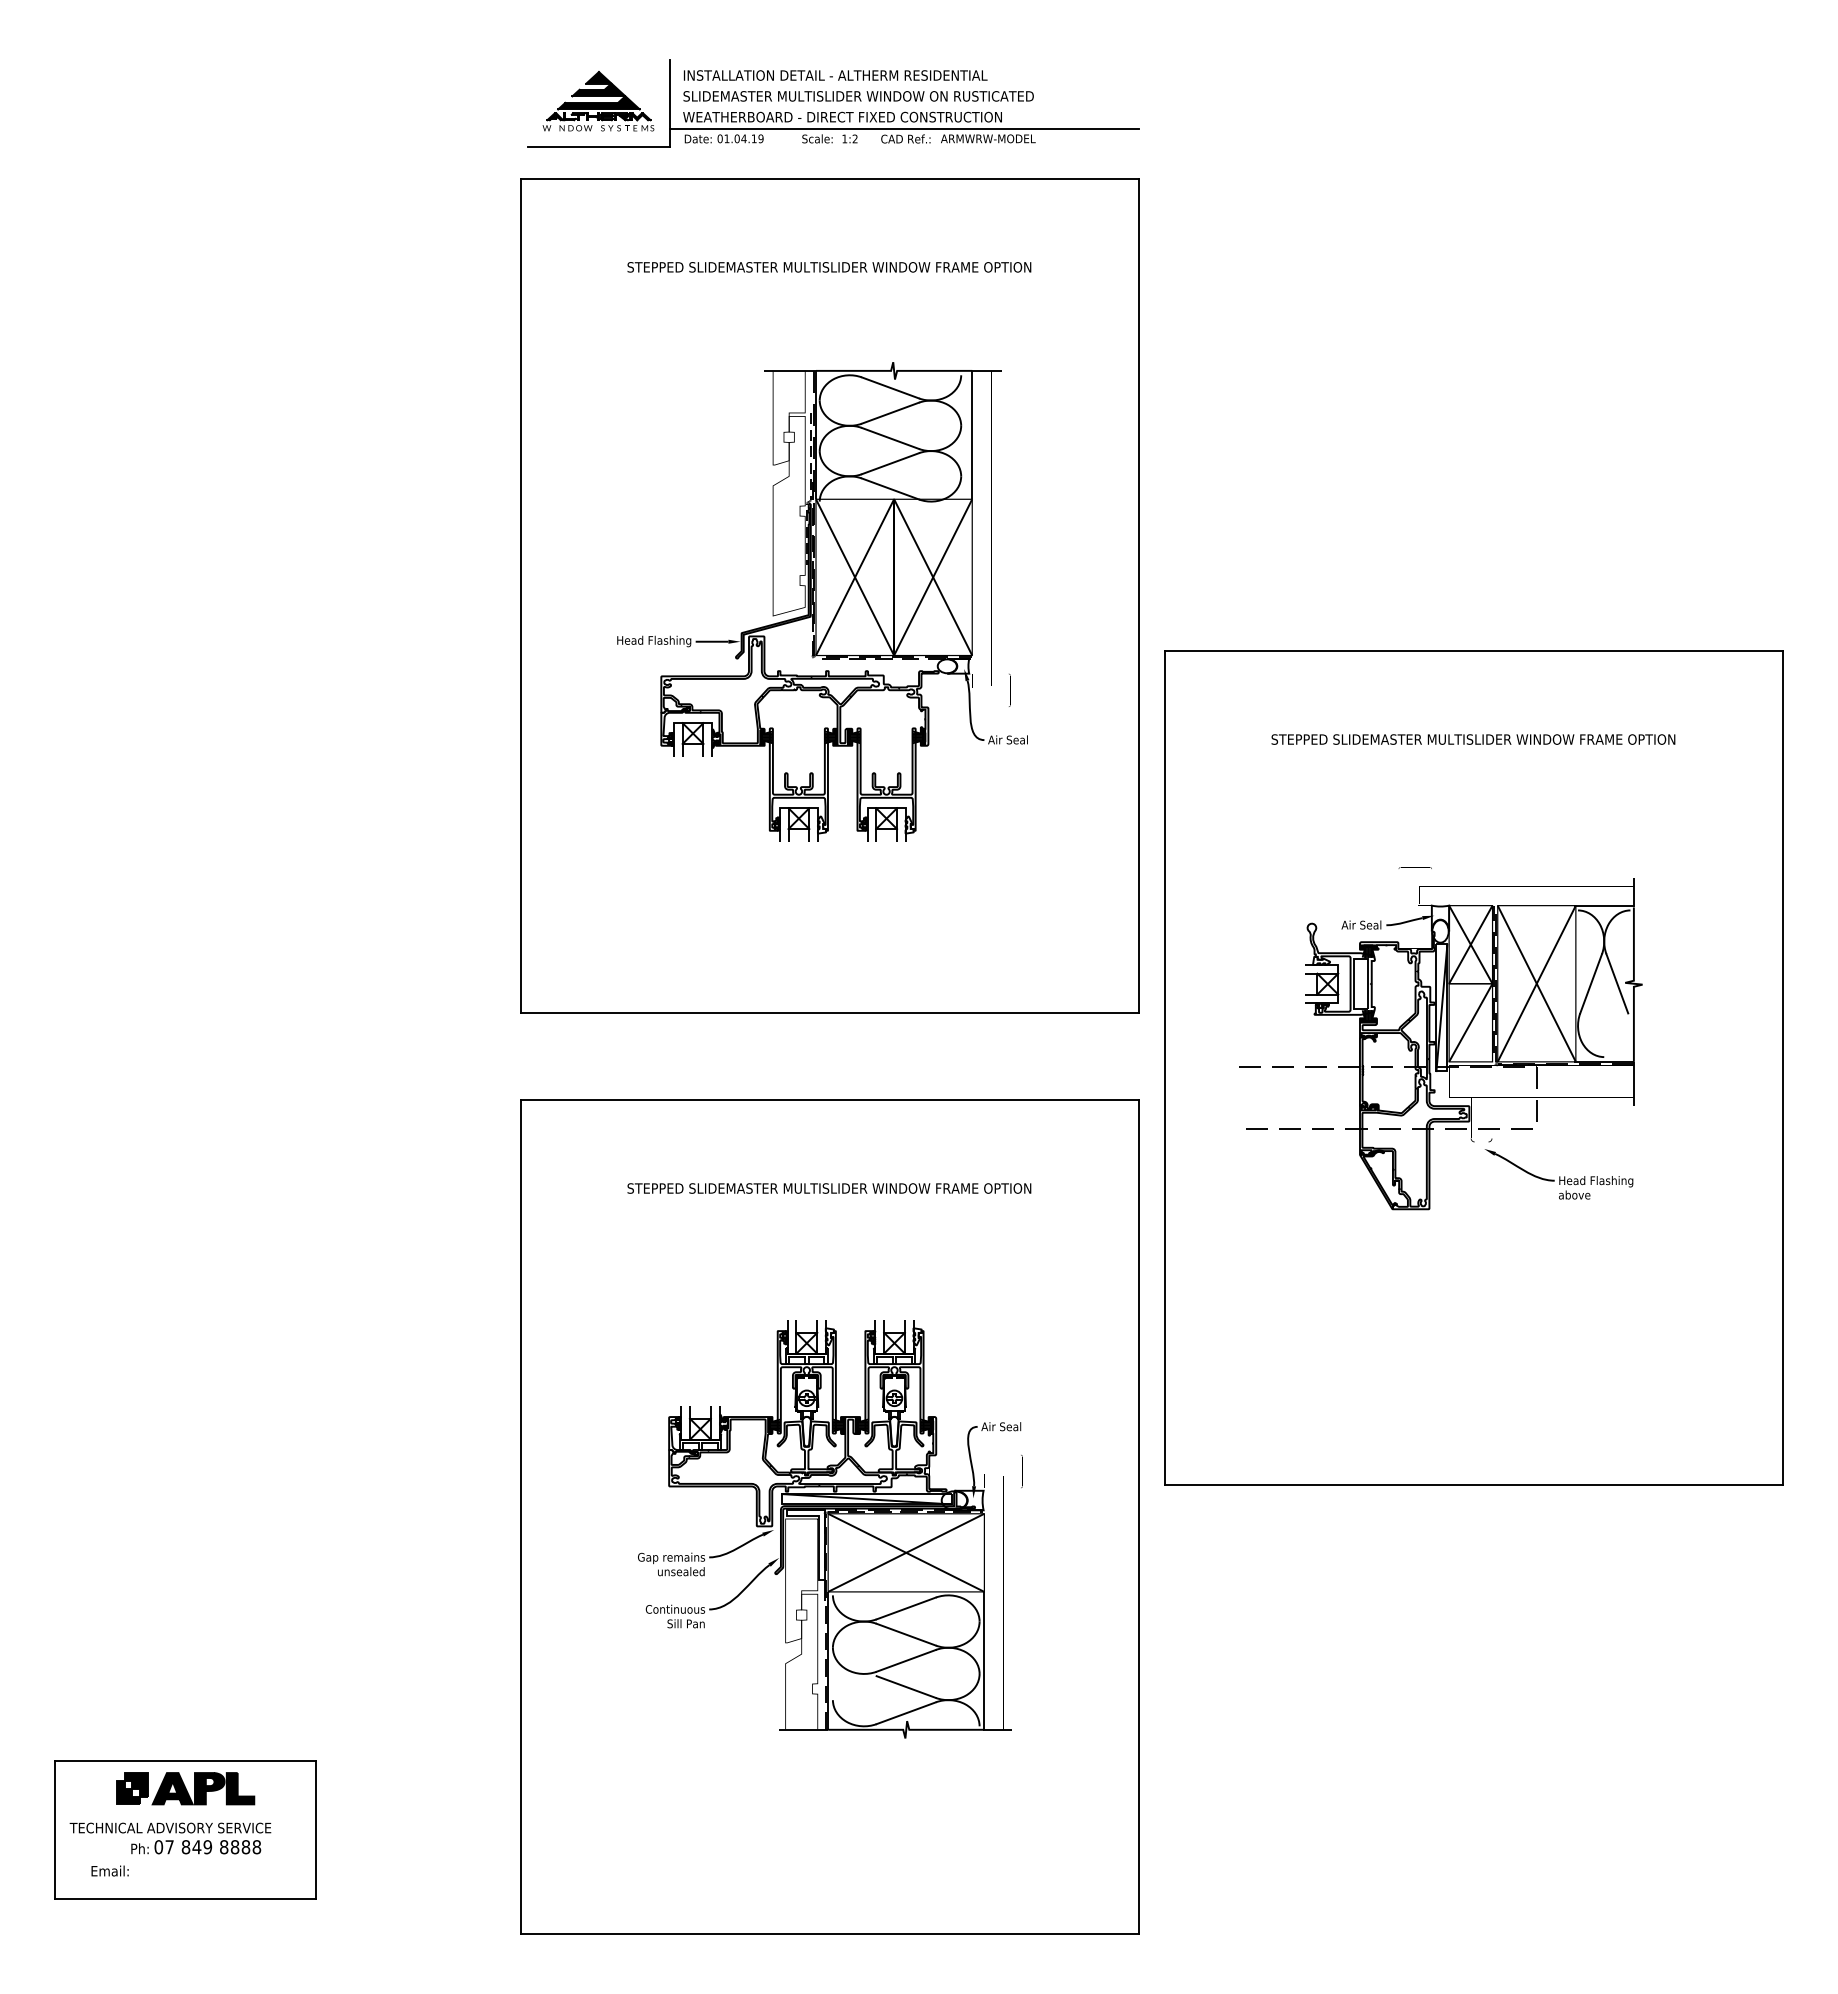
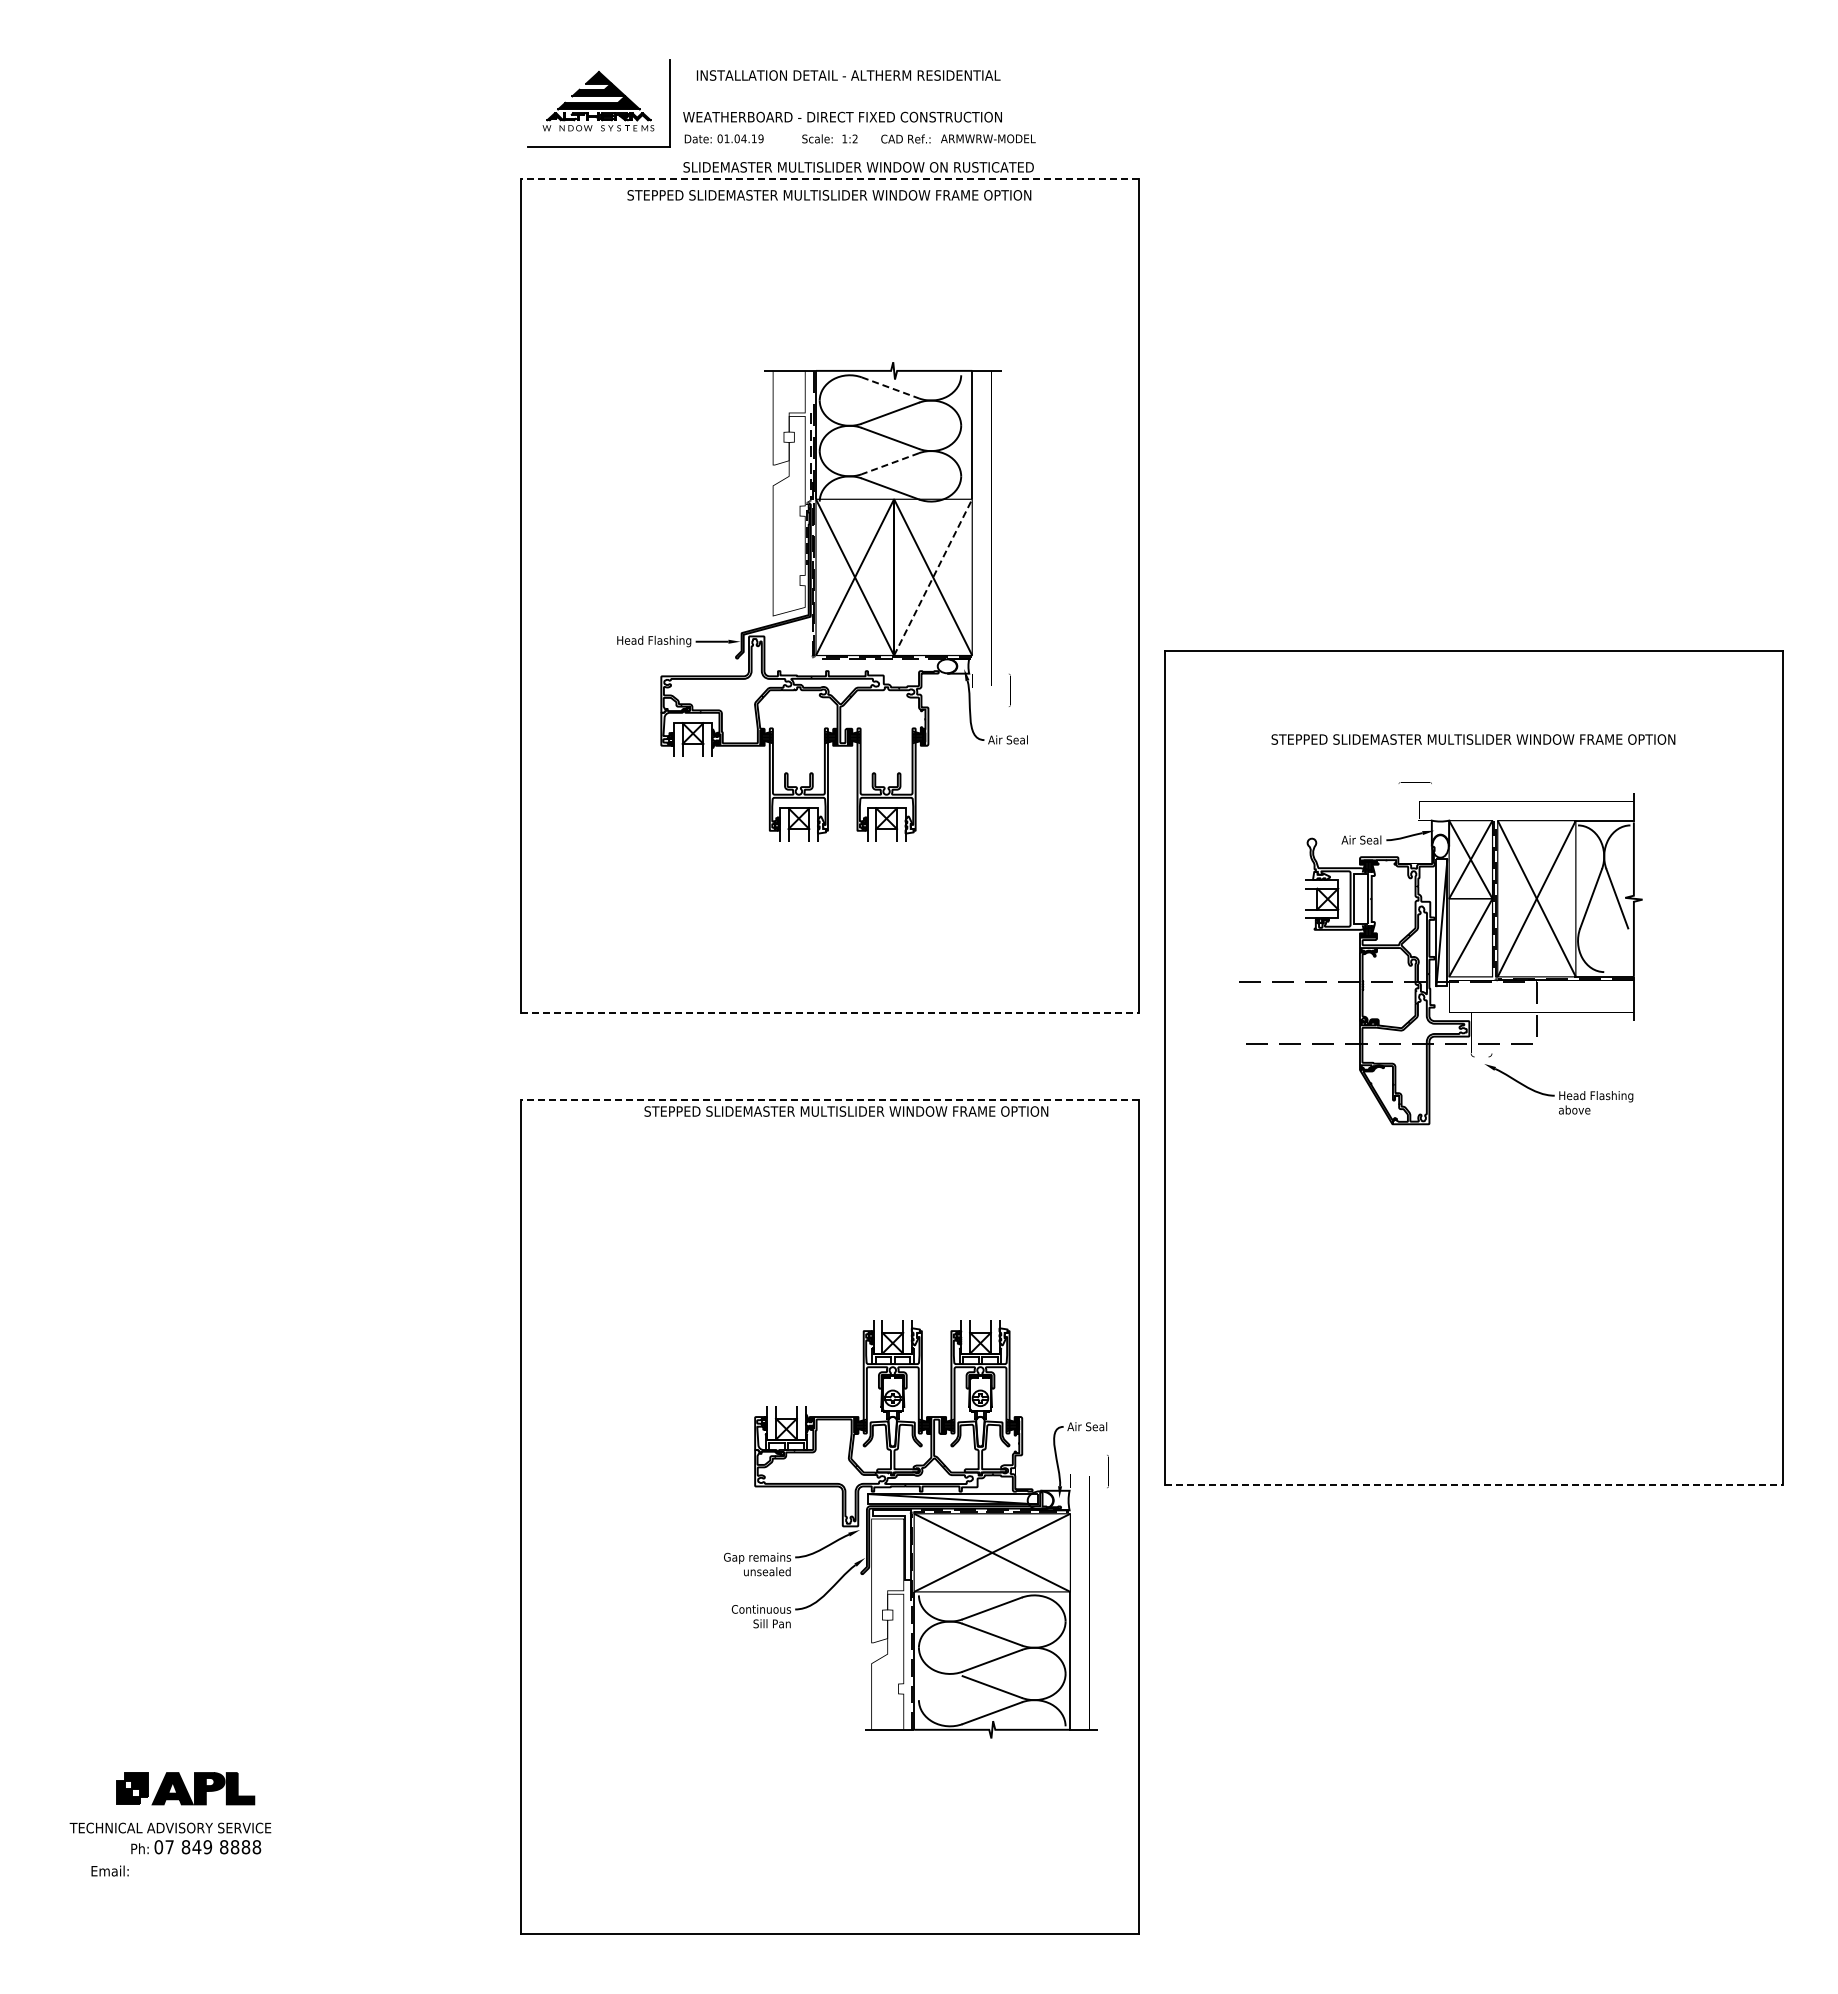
text at (835, 75) position: (835, 75) -> (848, 75)
text at (858, 96) position: (858, 96) -> (858, 167)
line at (903, 129): present -> none
line at (829, 179): solid -> dashed
text at (829, 267) position: (829, 267) -> (829, 195)
line at (890, 388): solid -> dashed
line at (890, 463): solid -> dashed
line at (933, 576): solid -> dashed
line at (830, 1012): solid -> dashed
part at (1440, 1038) position: (1440, 1038) -> (1440, 953)
line at (829, 1100): solid -> dashed
text at (829, 1188) position: (829, 1188) -> (846, 1111)
line at (1474, 1485): solid -> dashed
part at (830, 1529) position: (830, 1529) -> (916, 1529)
part at (185, 1829): present -> none
